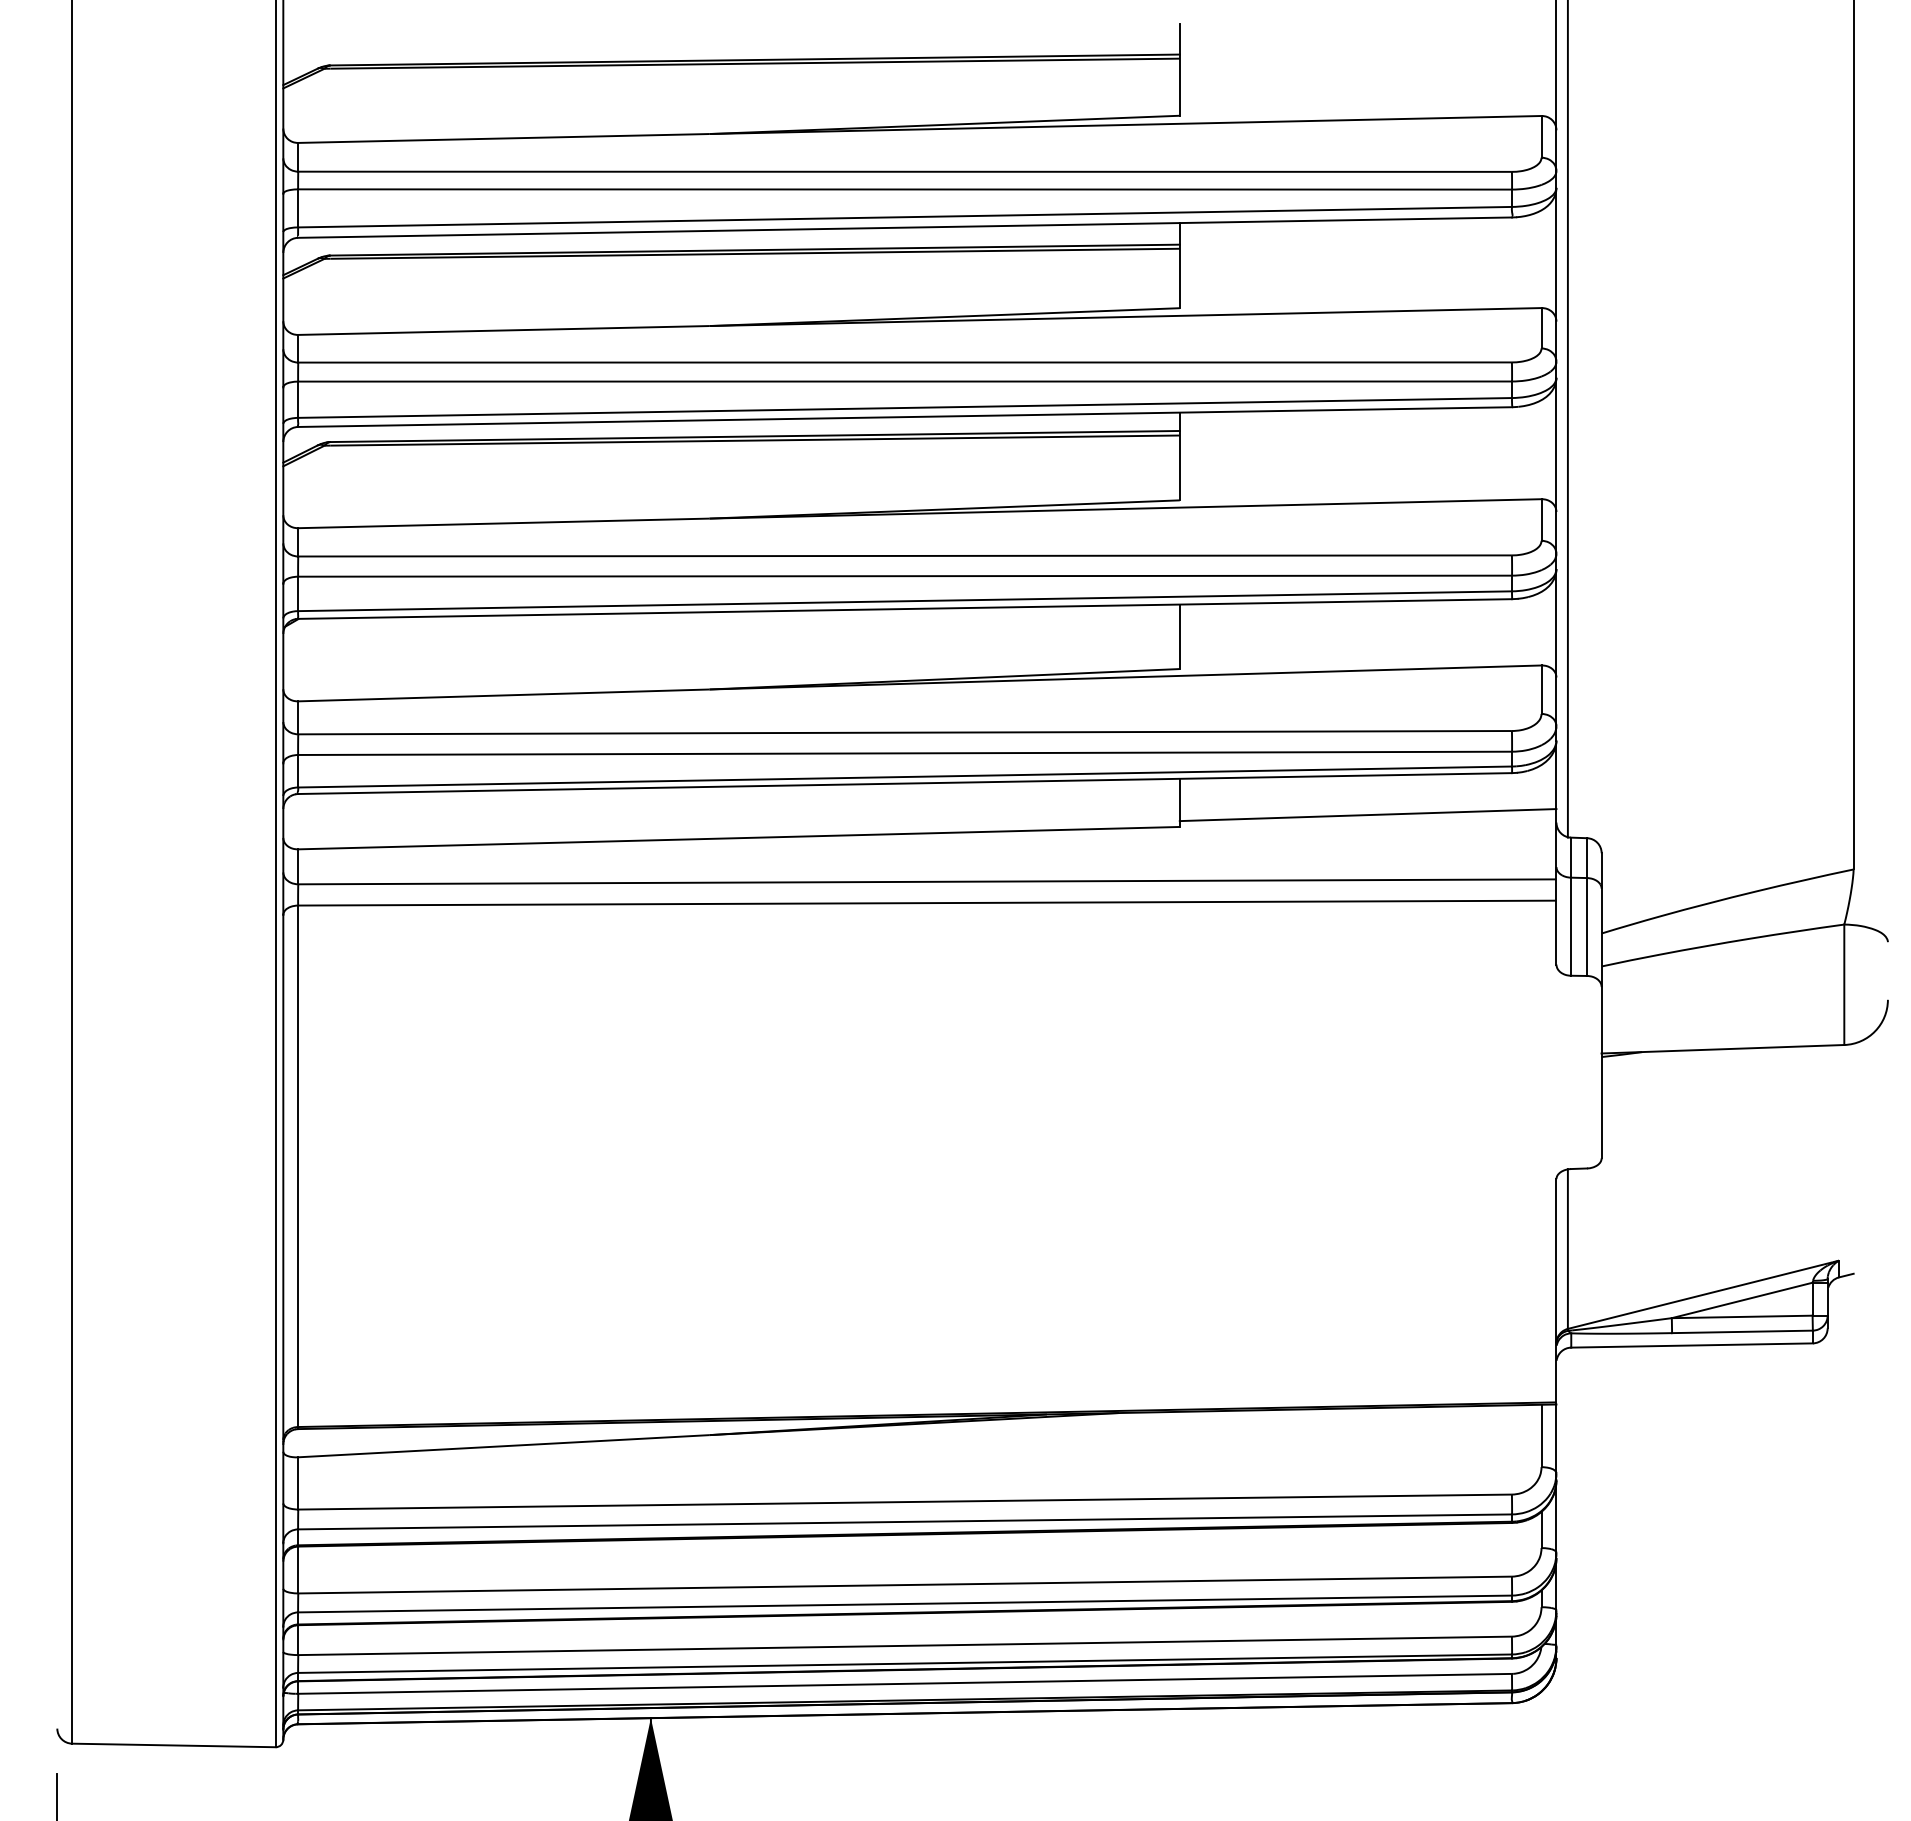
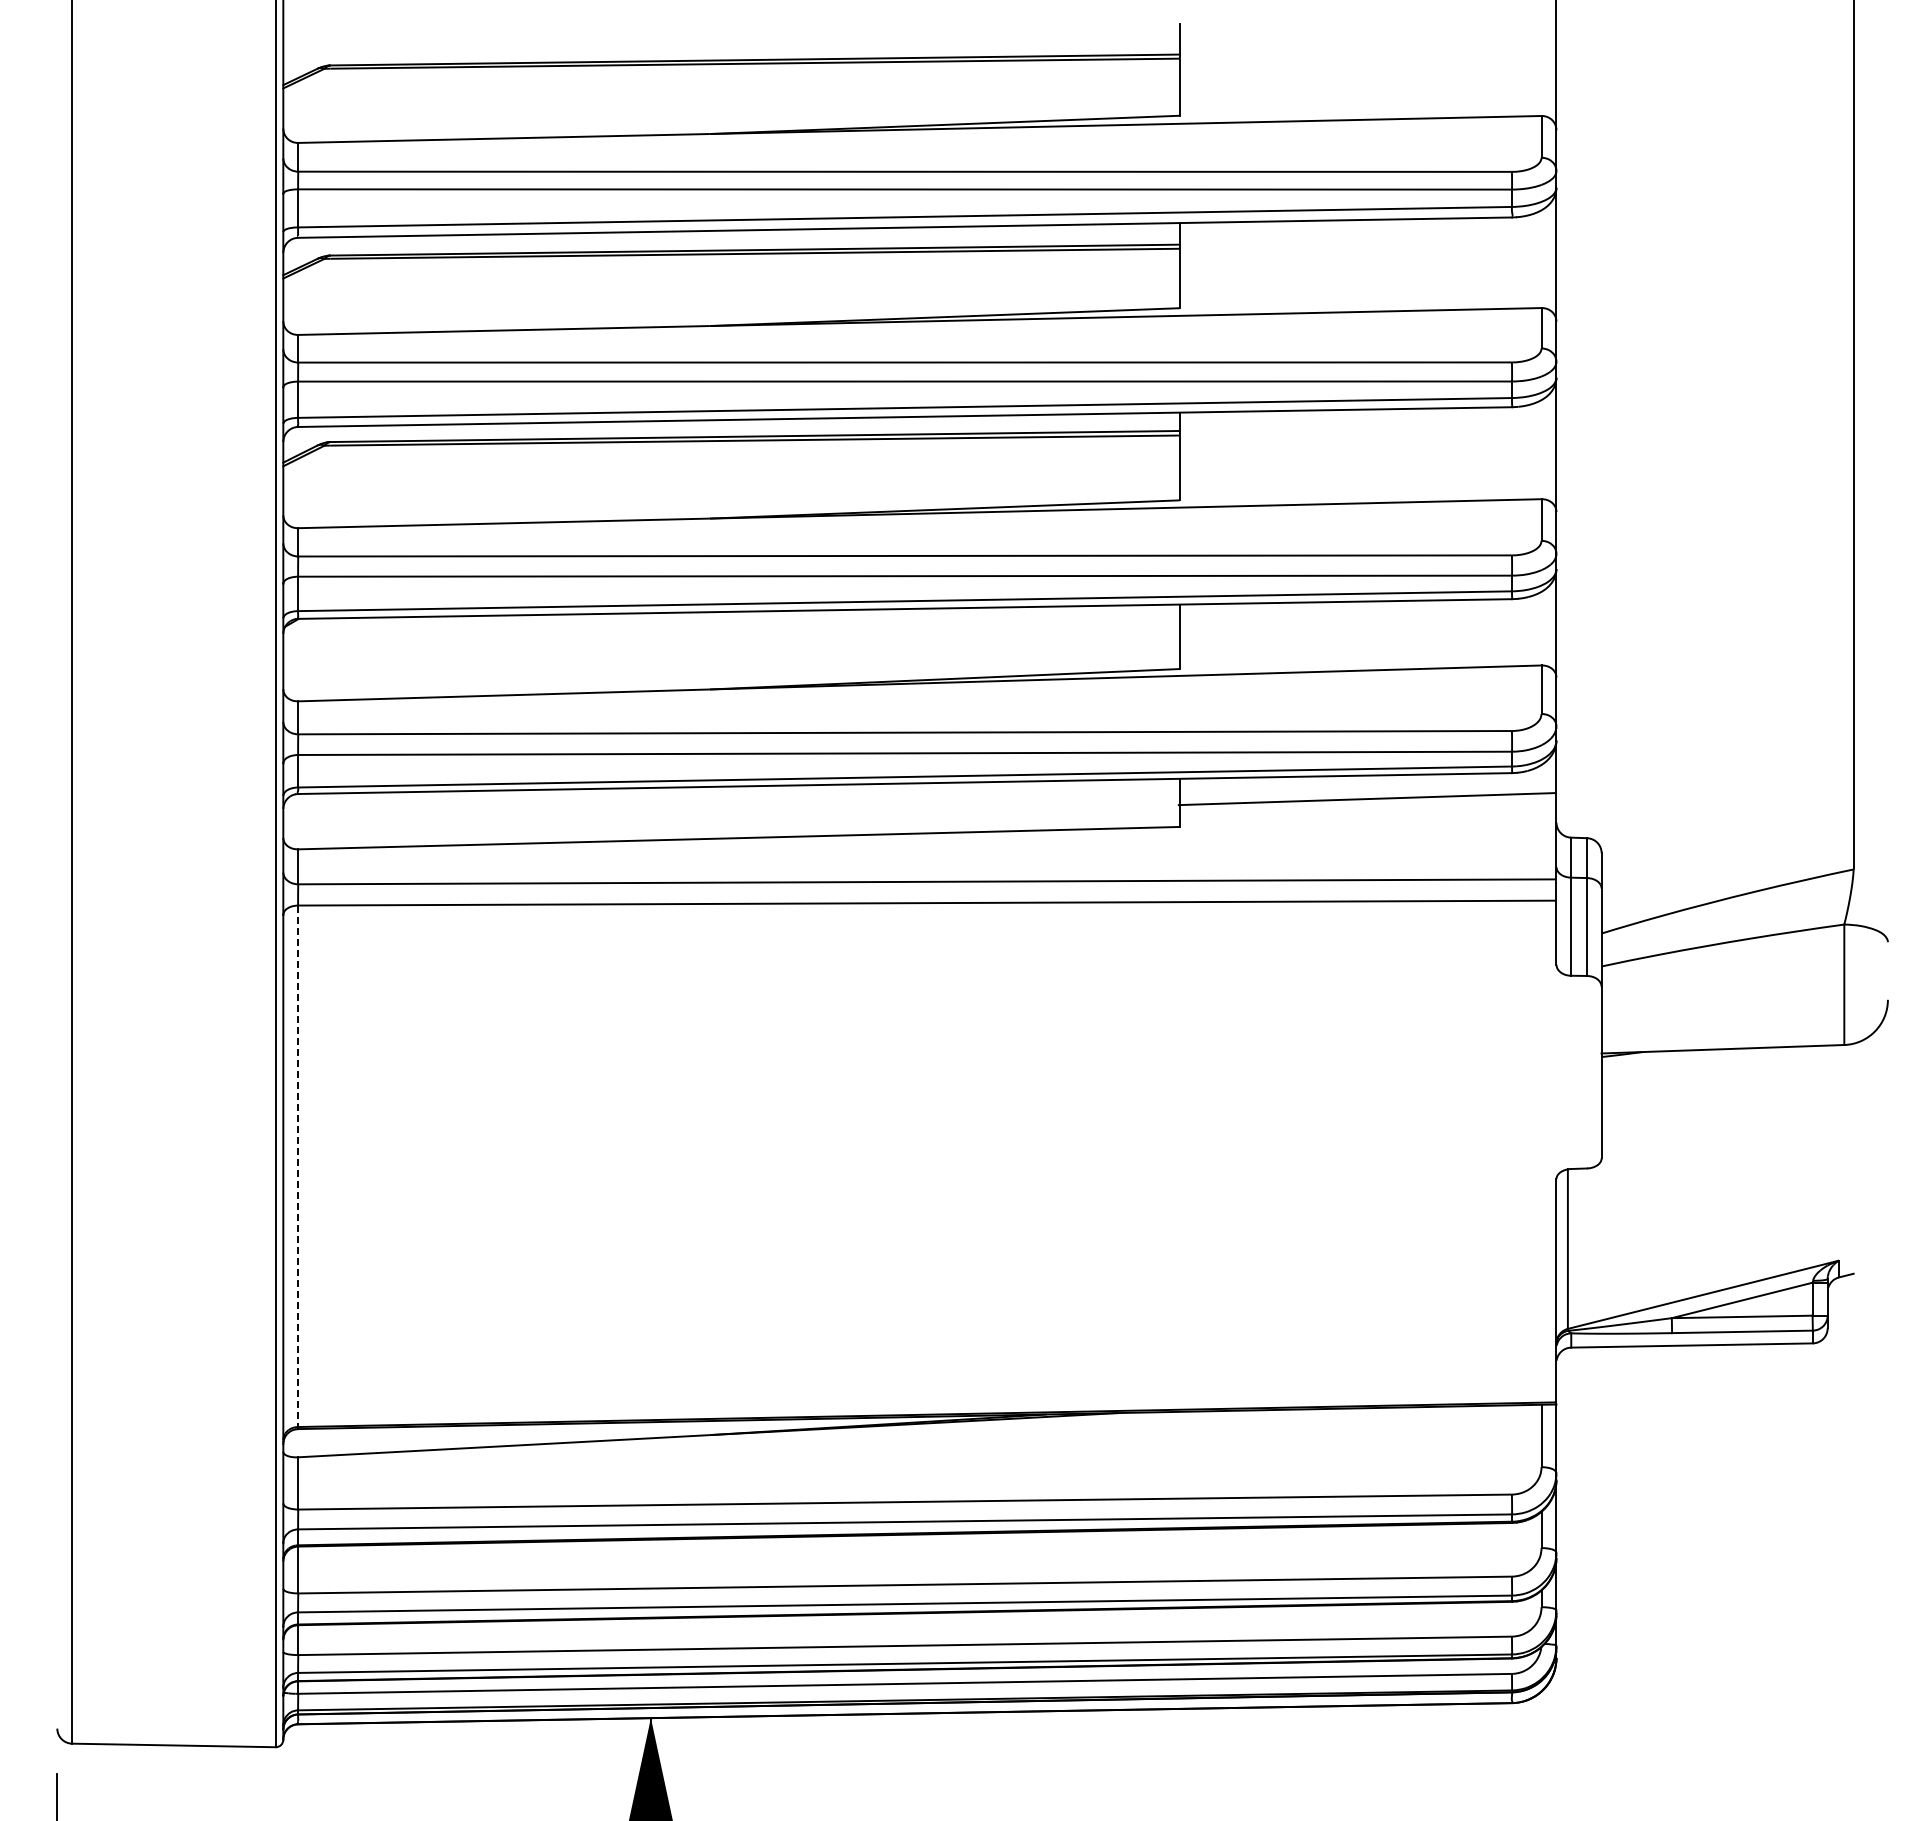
line at (1567, 419): present -> none
line at (1367, 815) position: (1367, 815) -> (1366, 799)
line at (298, 1166): solid -> dashed
